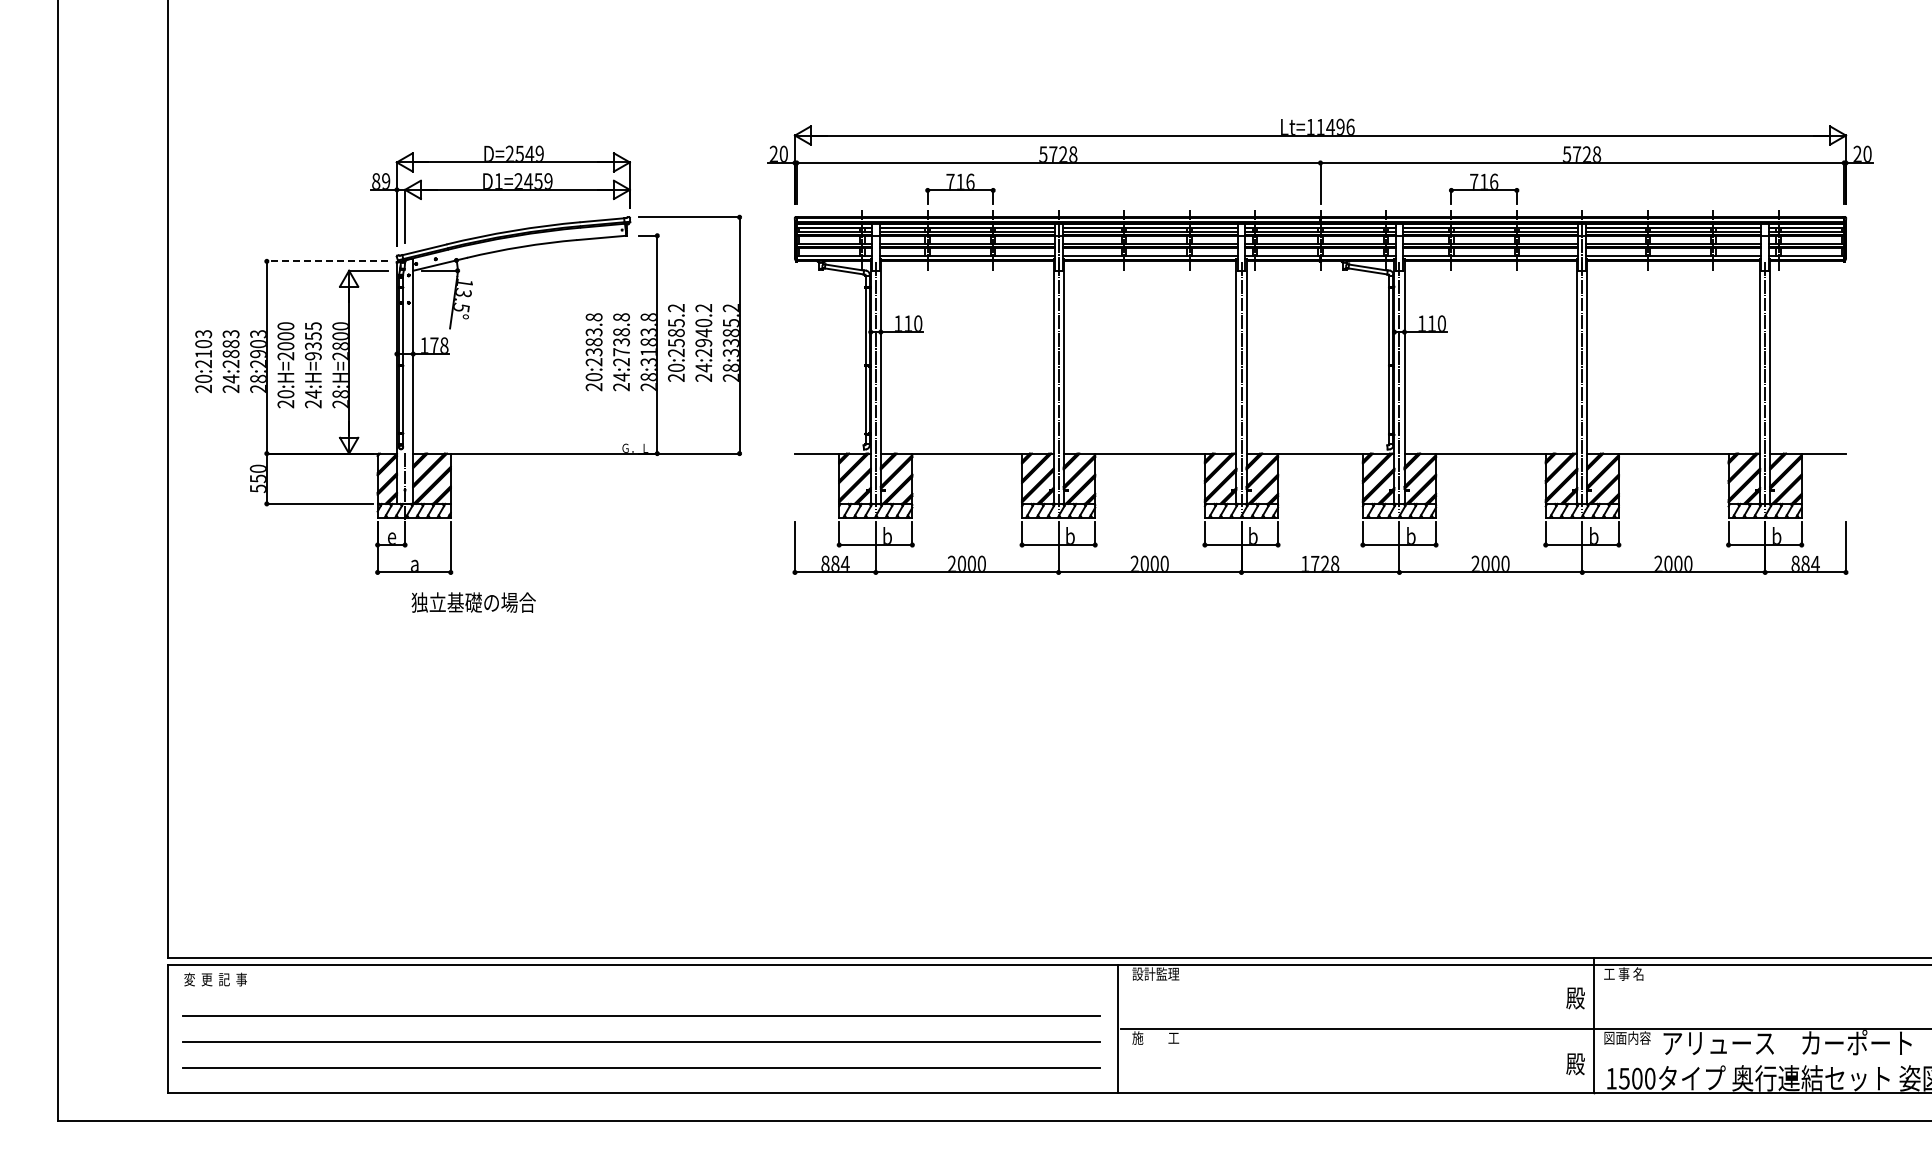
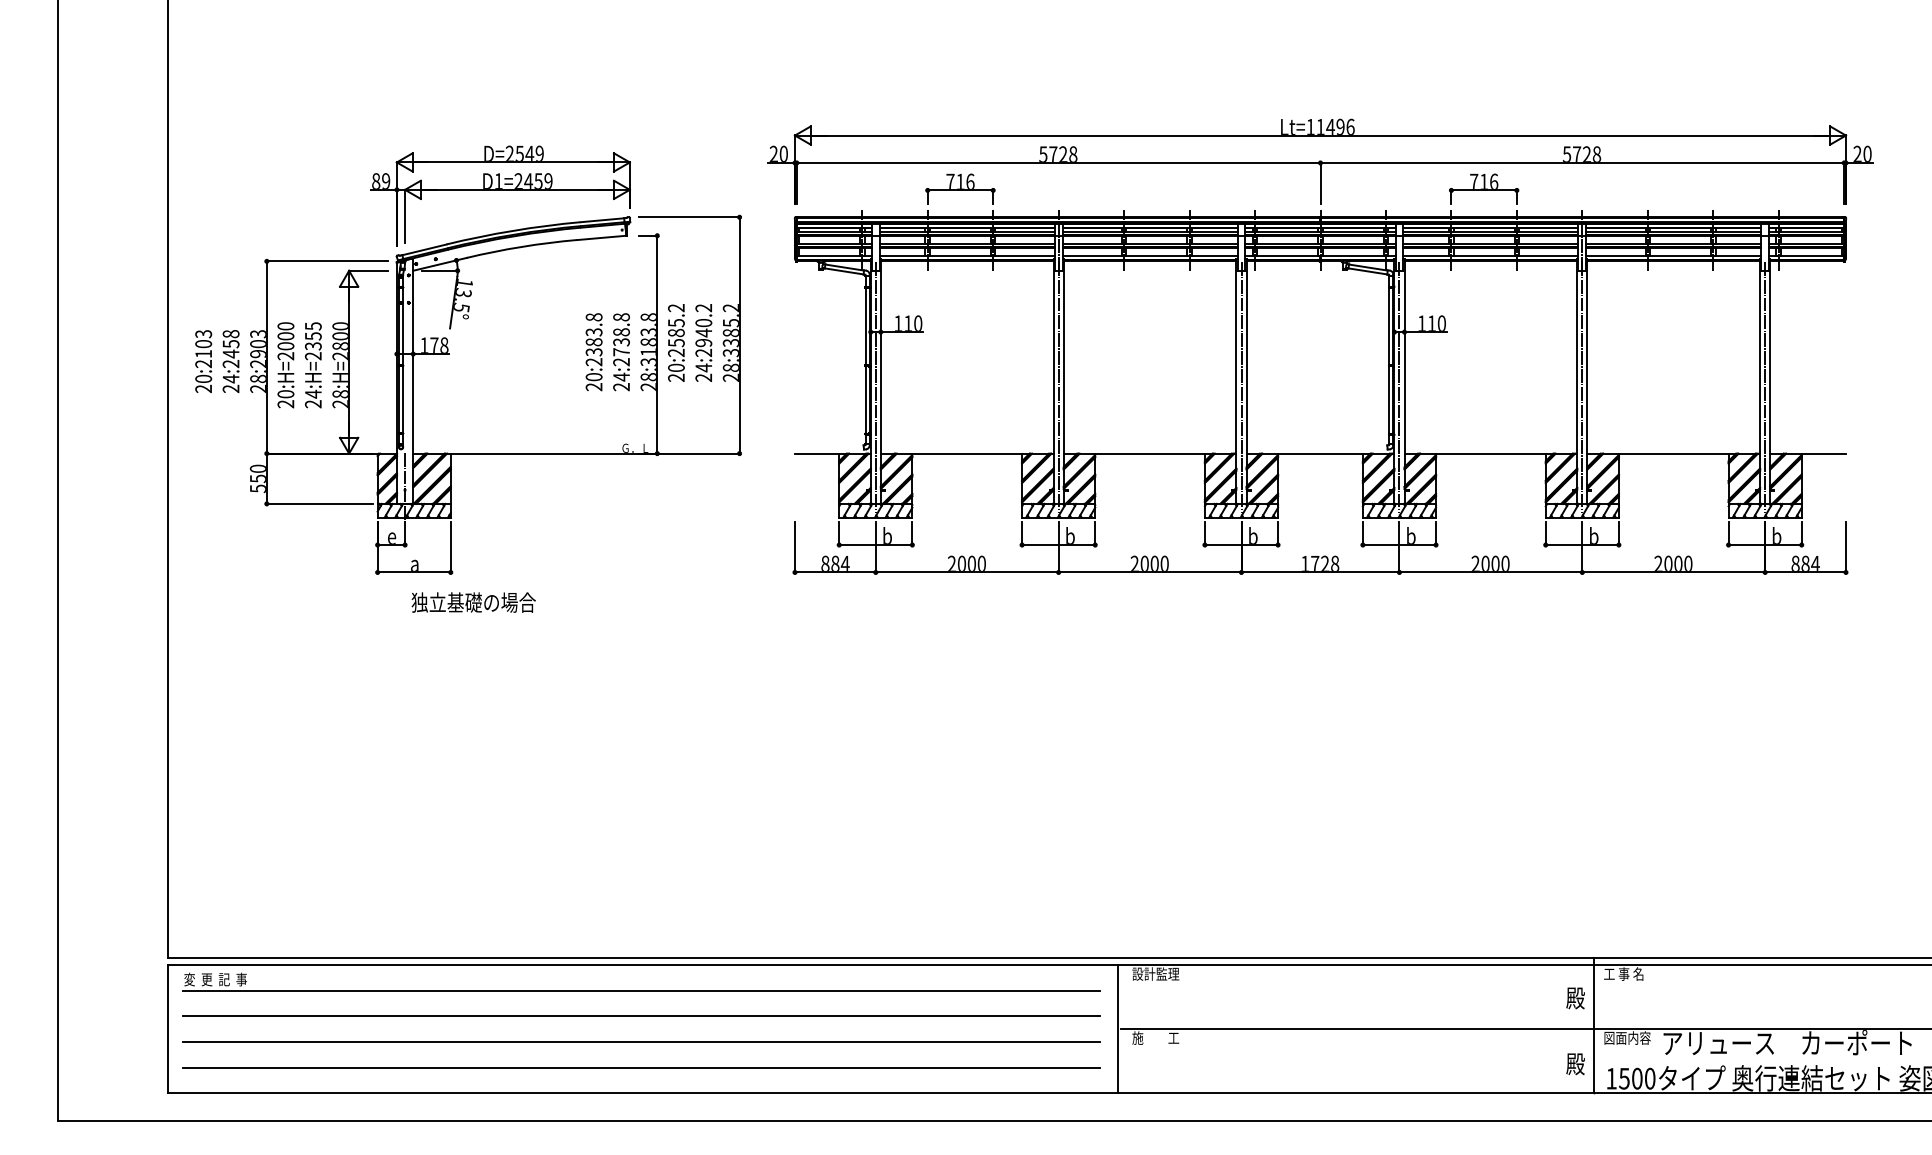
line at (326, 261): dashed -> solid
text at (230, 344): 24:2883 -> 24:2458
text at (313, 356): 24:H=9355 -> 24:H=2355
line at (641, 990): none -> present
